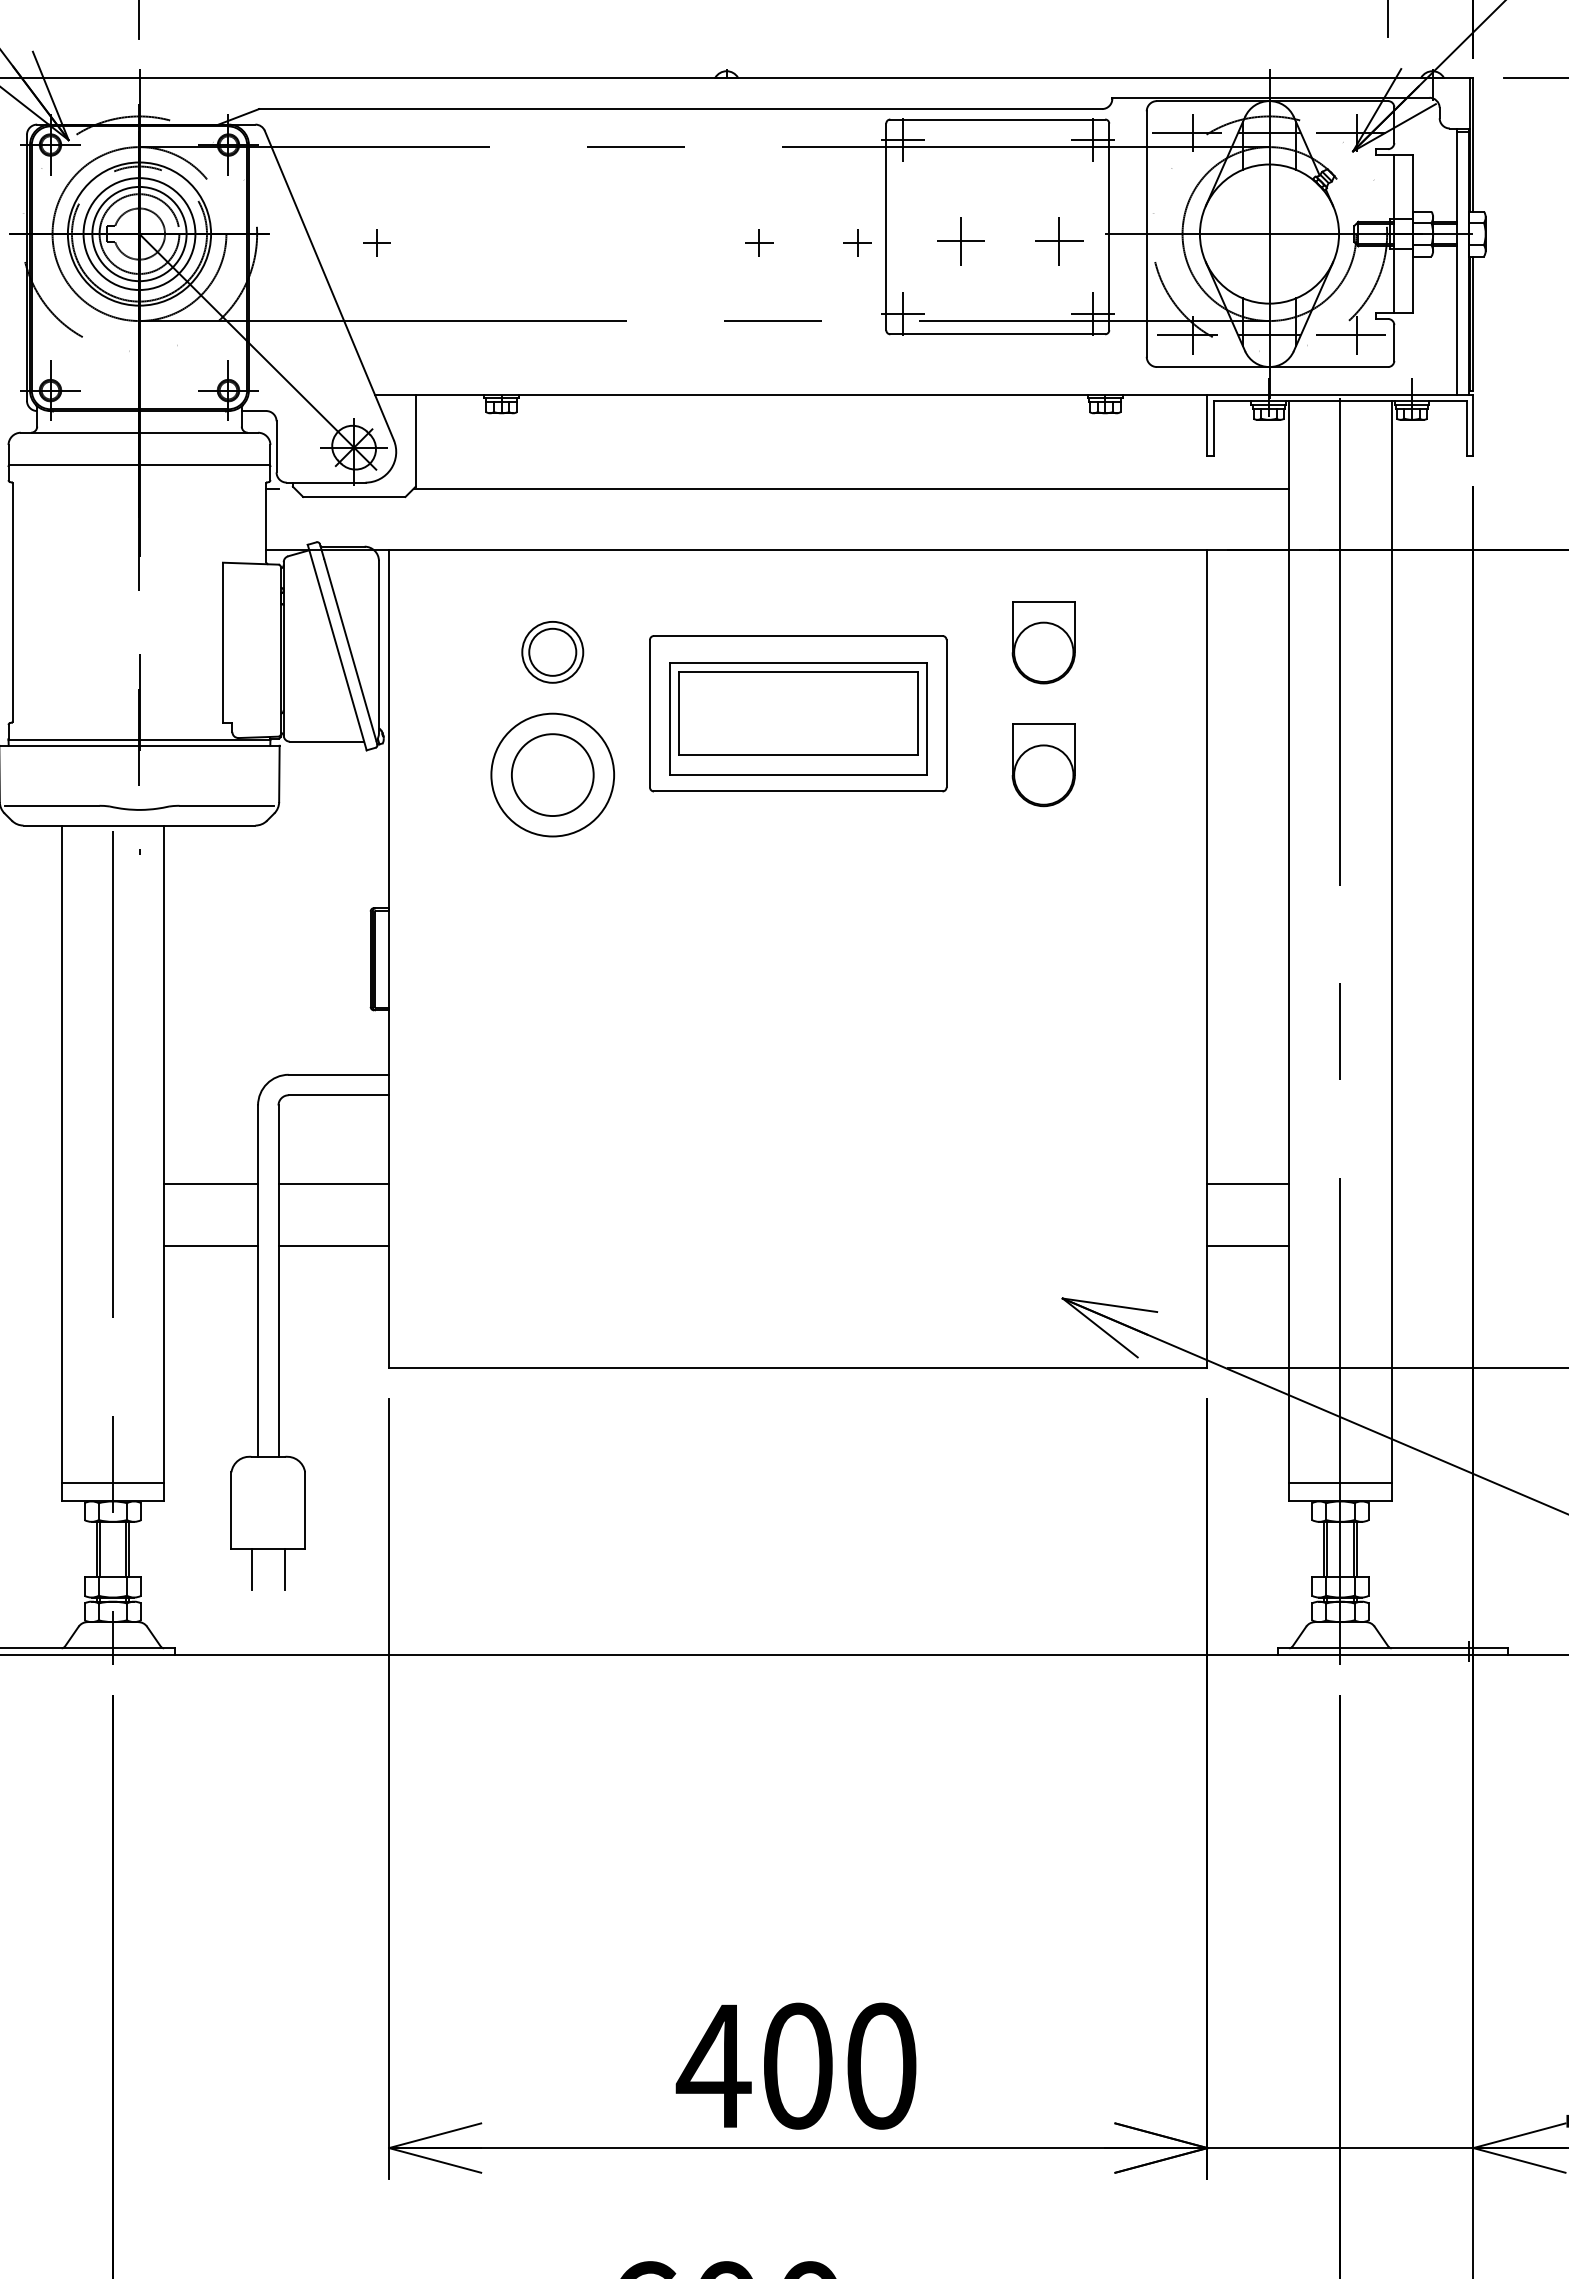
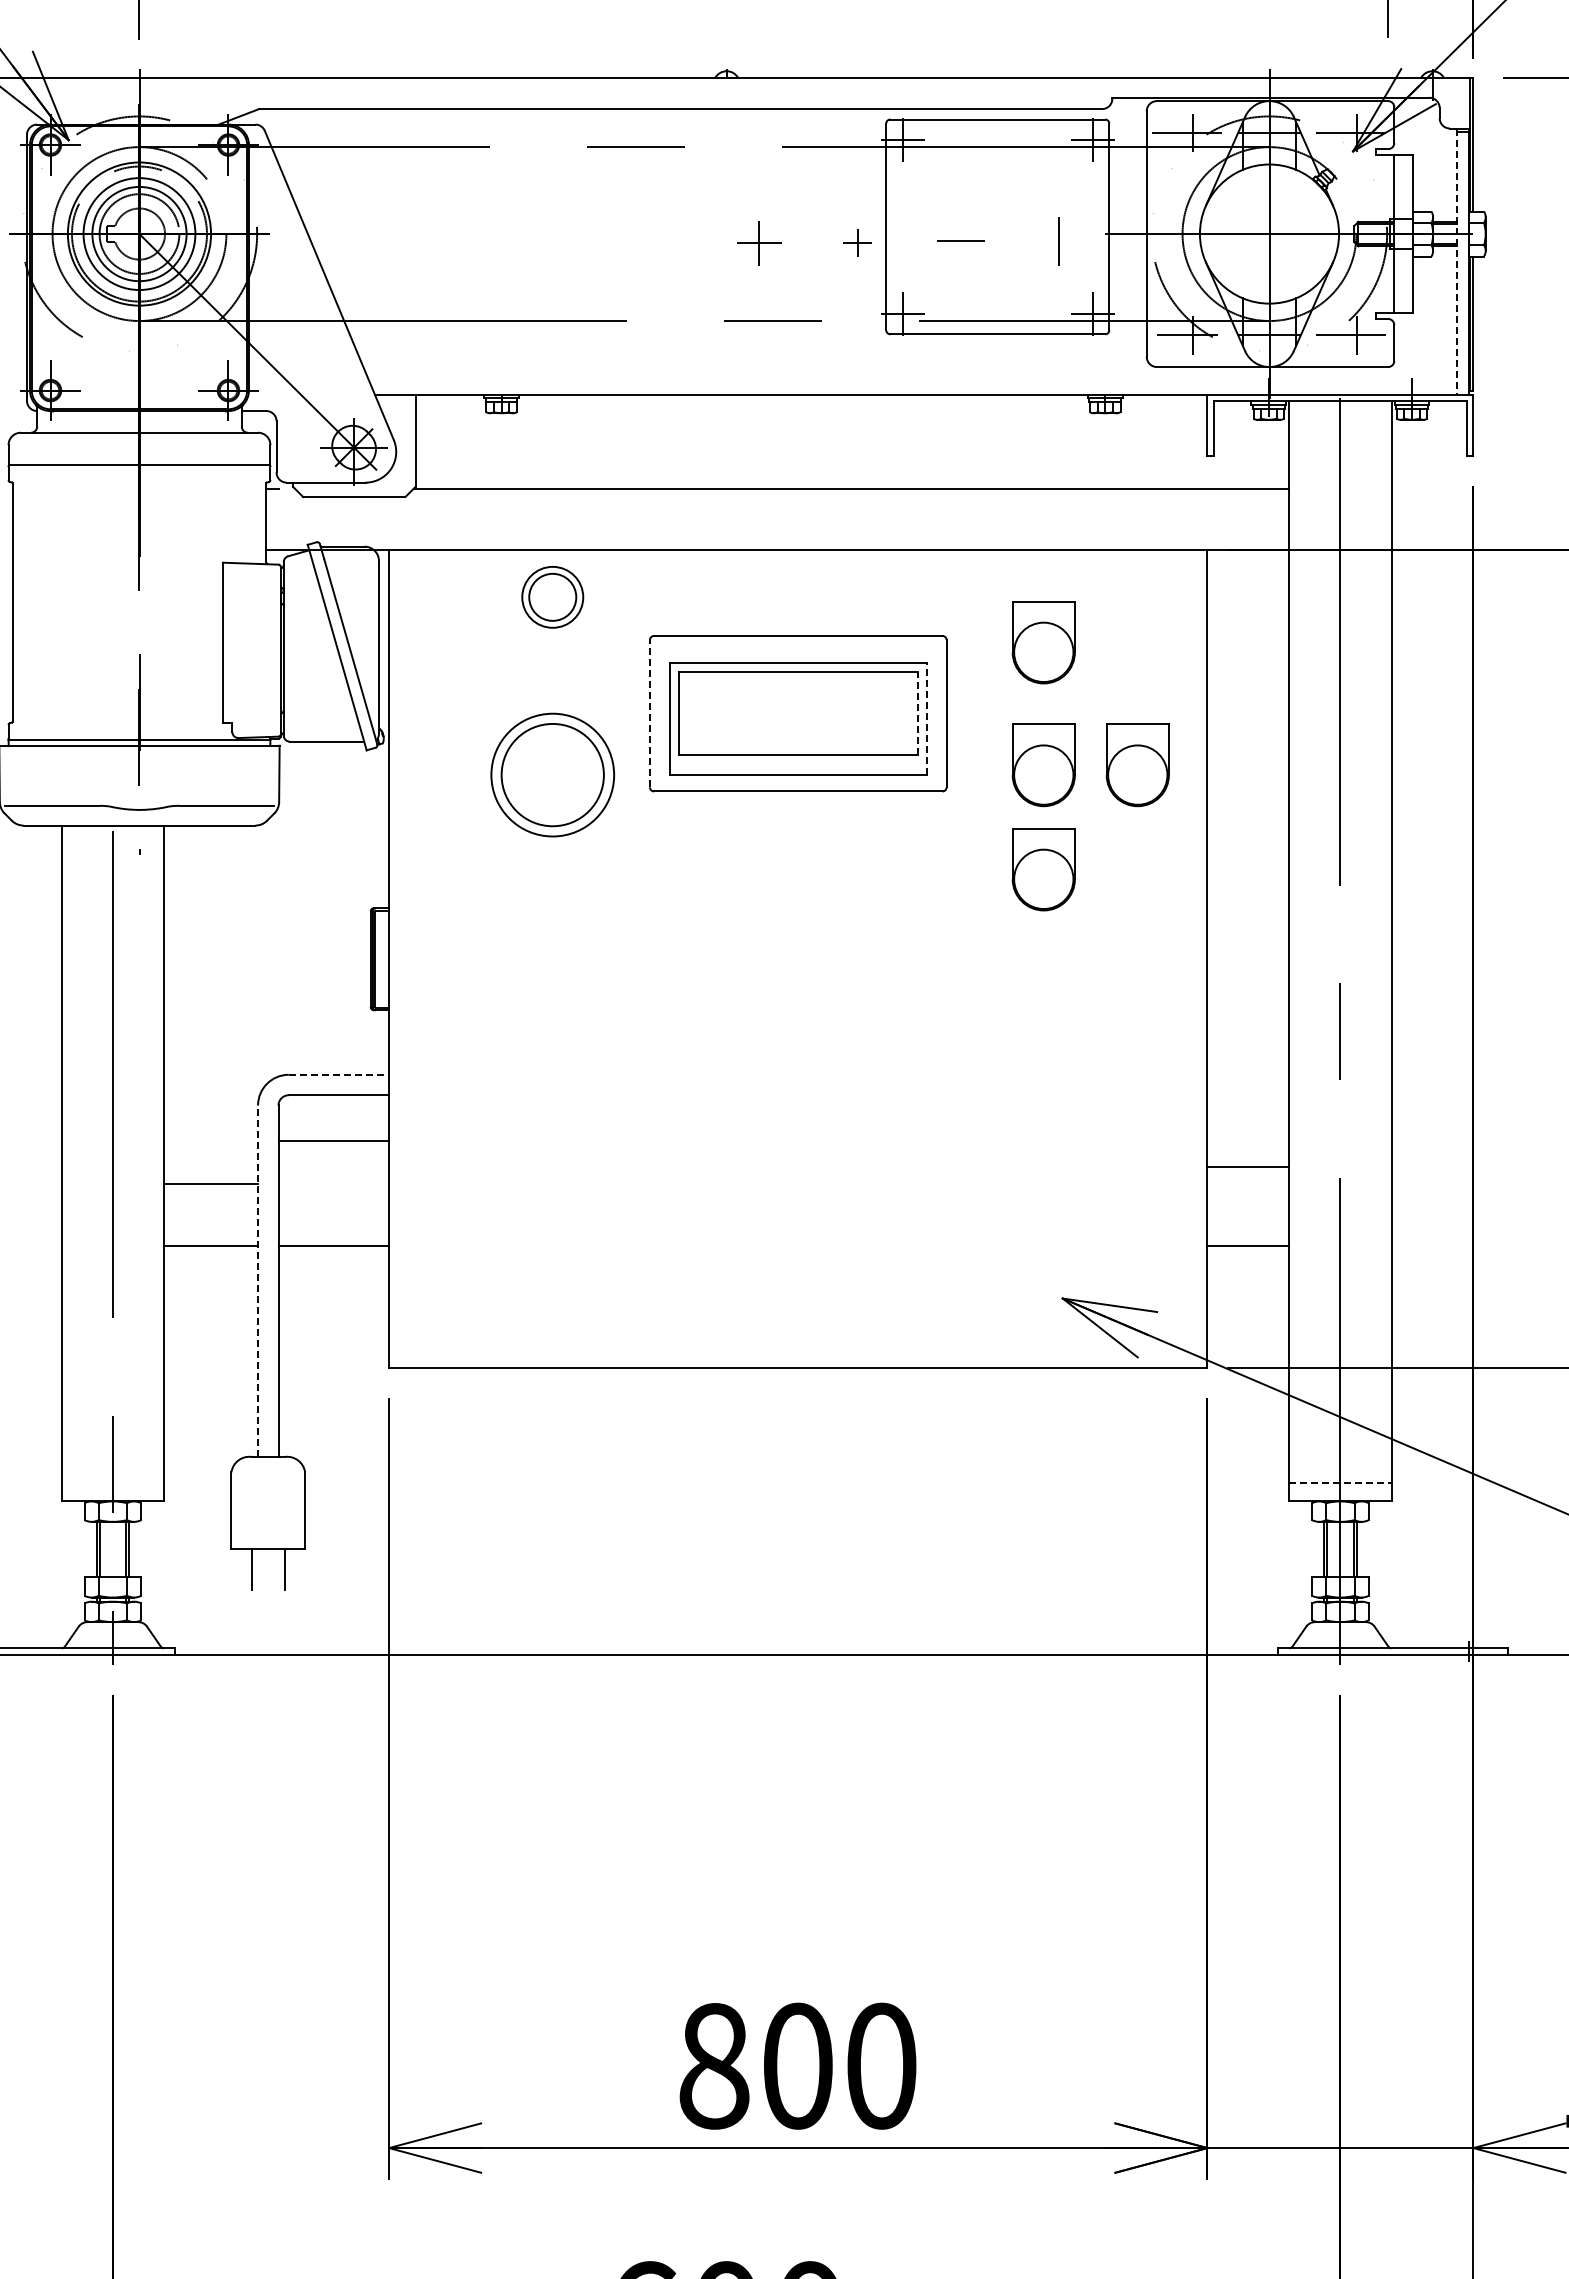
line at (960, 240): present -> none
line at (1058, 241): present -> none
part at (376, 242): present -> none
part at (759, 242) size: 29x28 px -> 45x45 px
line at (1457, 262): solid -> dashed
part at (552, 652) position: (552, 652) -> (552, 597)
line at (649, 713): solid -> dashed
line at (917, 713): solid -> dashed
line at (926, 718): solid -> dashed
part at (1137, 765): none -> present
circle at (552, 775) diameter: 82 px -> 102 px
part at (1043, 869): none -> present
line at (339, 1074): solid -> dashed
line at (333, 1184) position: (333, 1184) -> (333, 1141)
line at (1248, 1184) position: (1248, 1184) -> (1248, 1167)
line at (258, 1281): solid -> dashed
line at (112, 1483): present -> none
line at (1340, 1483): solid -> dashed
text at (713, 2066): 400 -> 800
